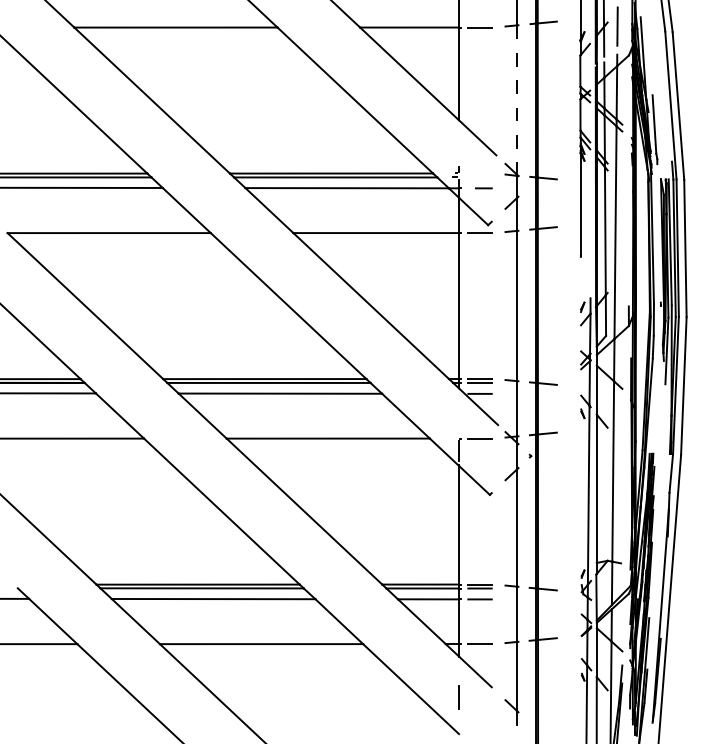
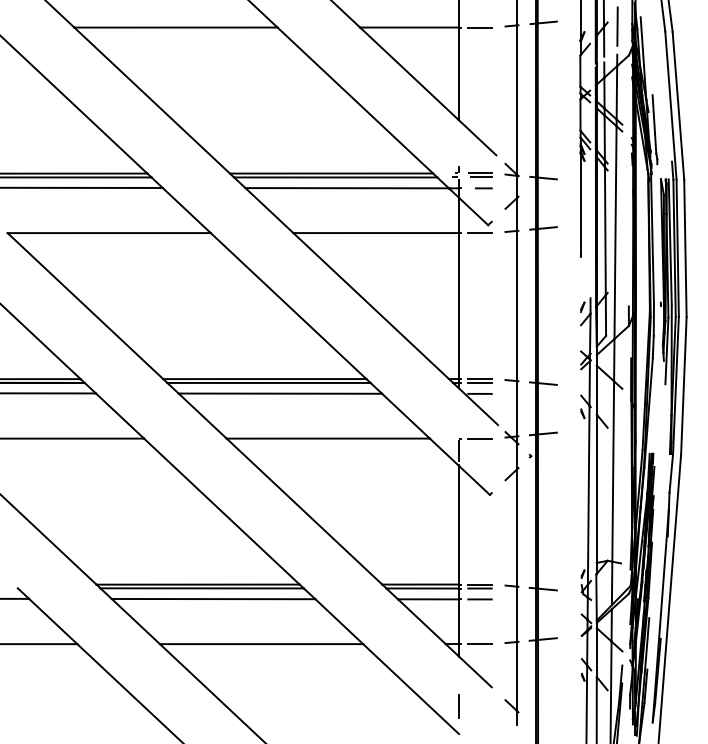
line at (516, 100): dashed -> solid
part at (480, 174): none -> present
line at (458, 697) position: (458, 697) -> (458, 706)
